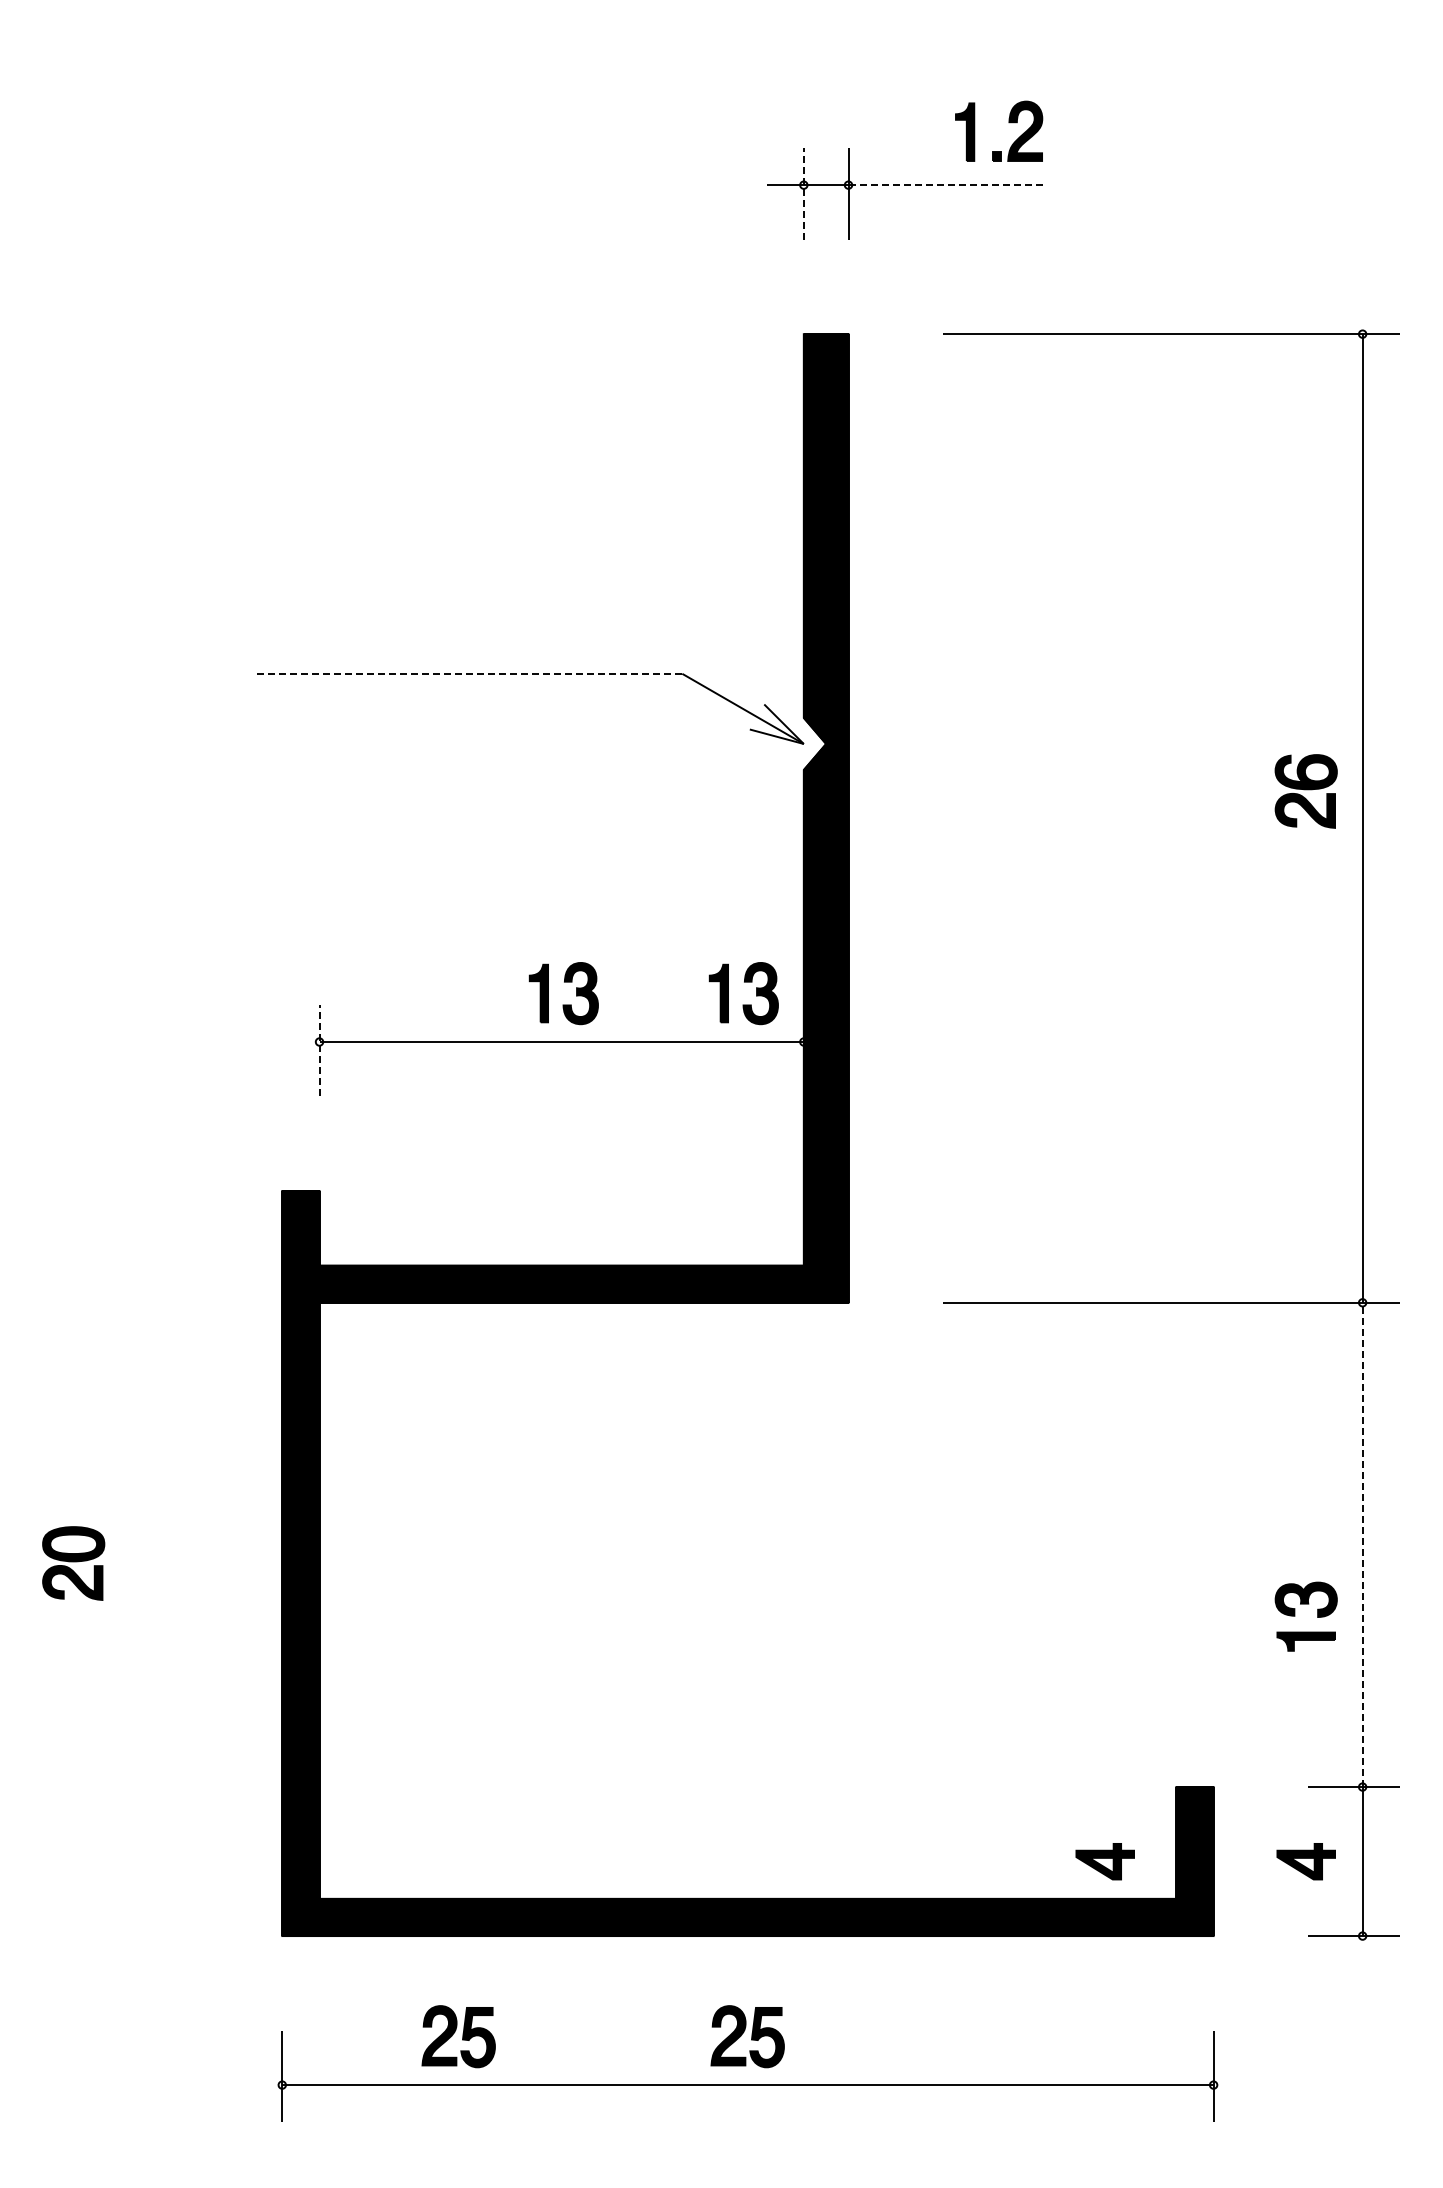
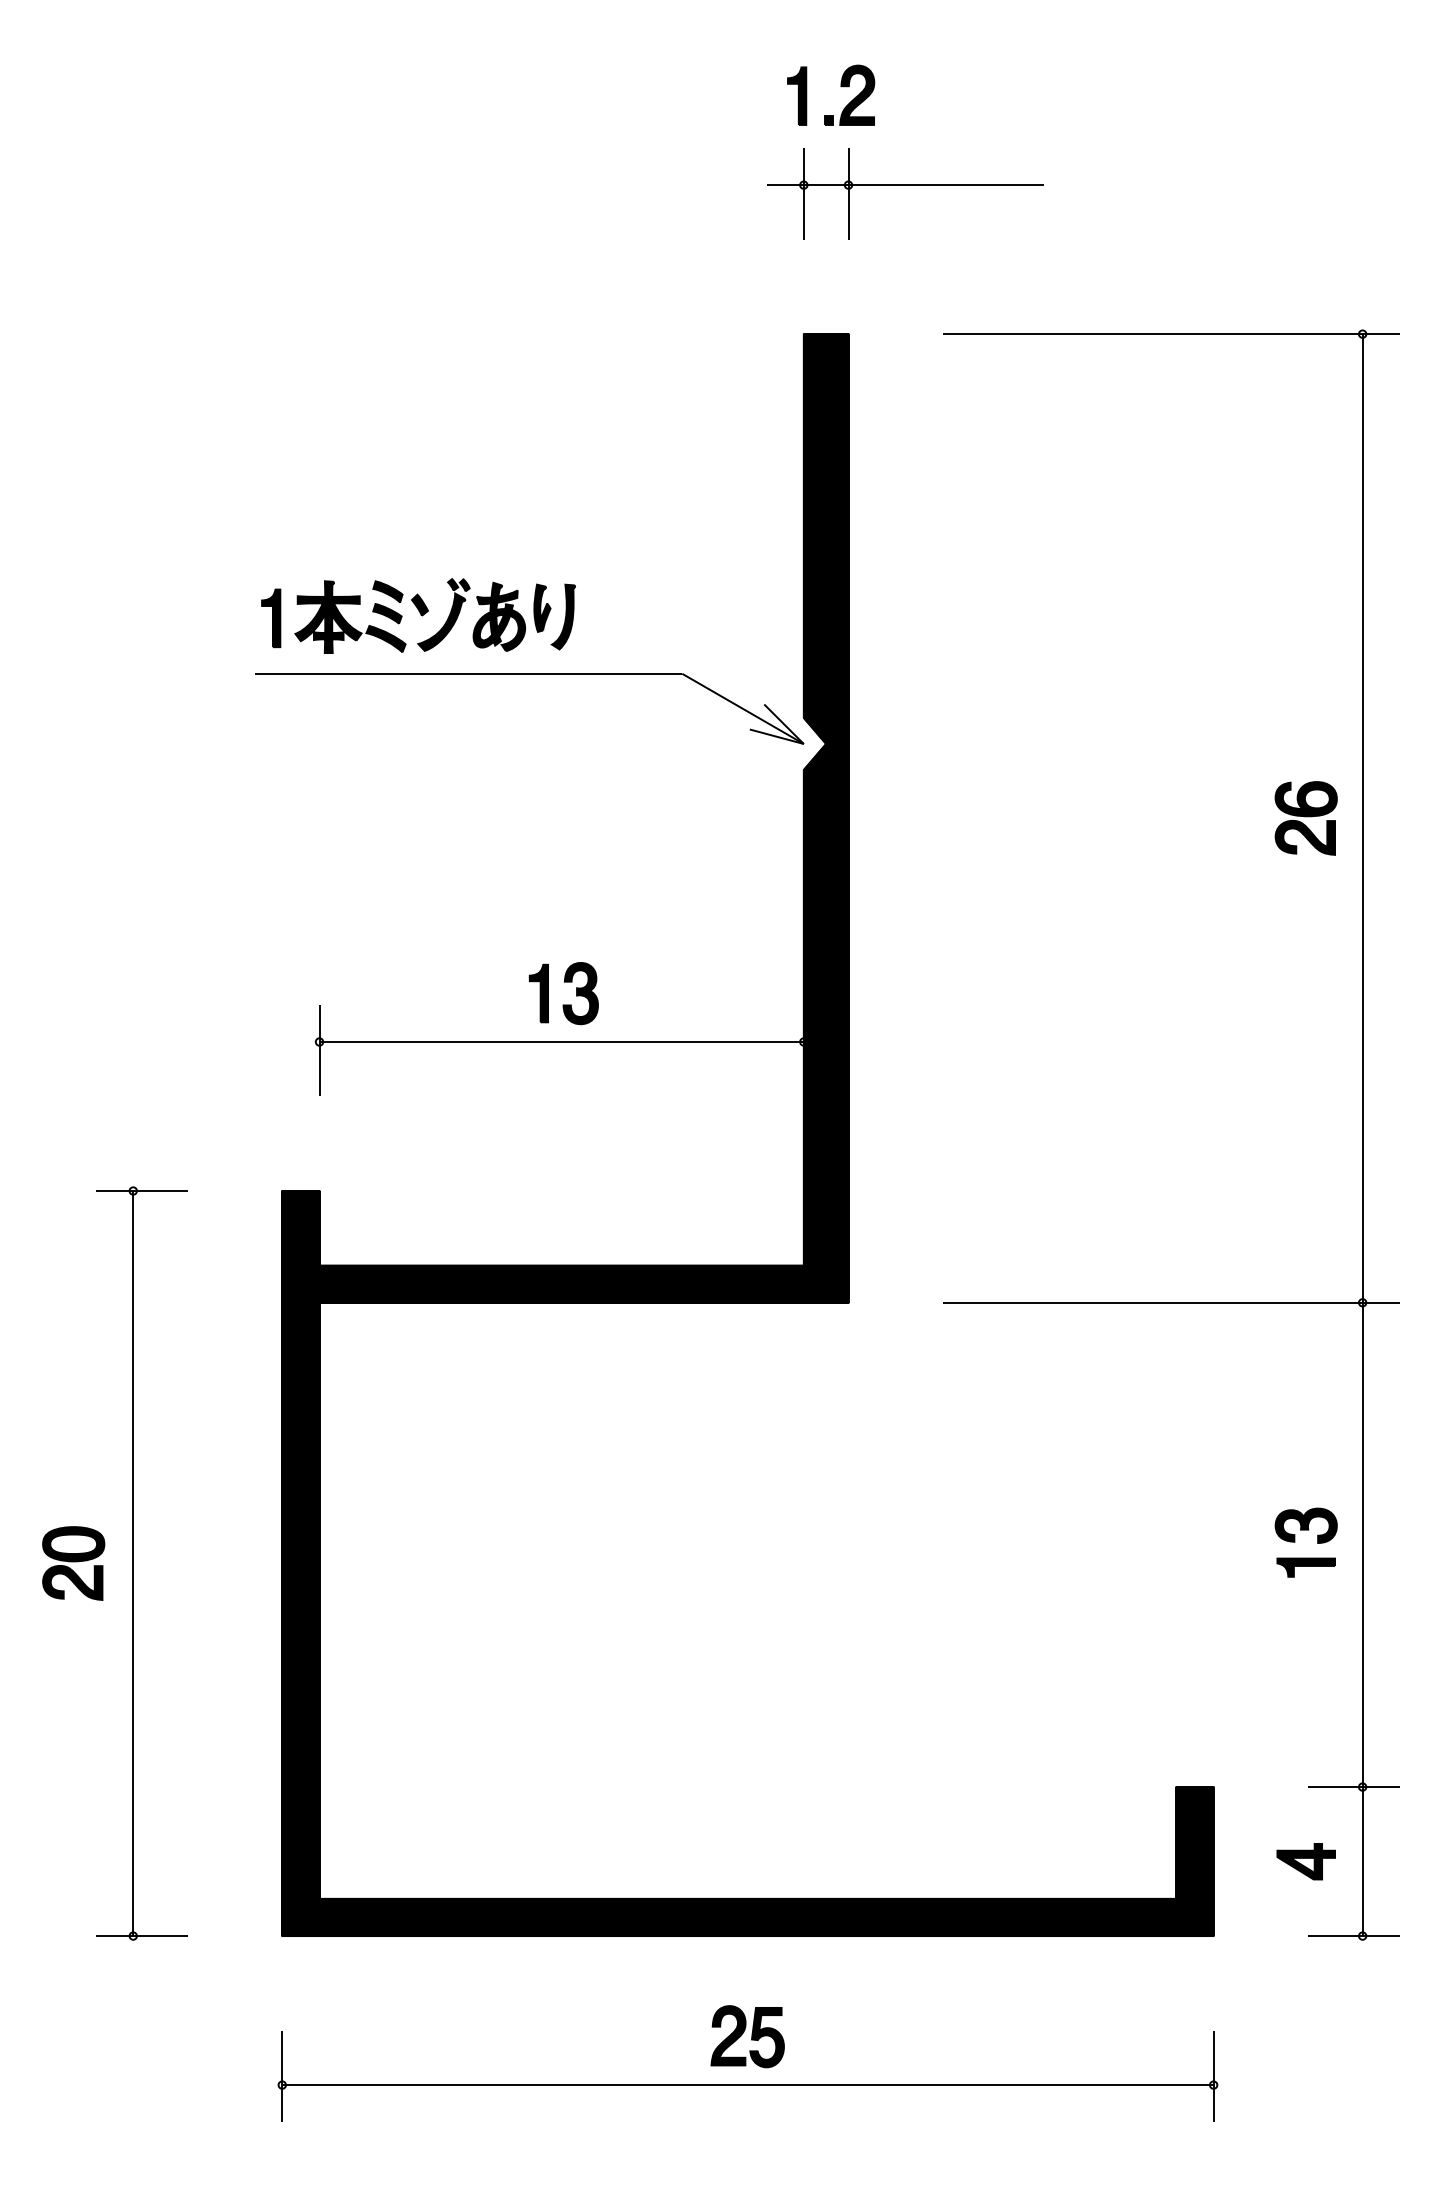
part at (1008, 122) position: (1008, 122) -> (840, 86)
line at (946, 185): dashed -> solid
line at (803, 193): dashed -> solid
part at (418, 615): none -> present
line at (468, 673): dashed -> solid
part at (1305, 791) position: (1305, 791) -> (1305, 818)
part at (743, 1004): present -> none
line at (319, 1050): dashed -> solid
line at (1362, 1544): dashed -> solid
part at (133, 1563): none -> present
part at (1295, 1616) position: (1295, 1616) -> (1295, 1542)
part at (1104, 1861): present -> none
part at (458, 2036): present -> none
